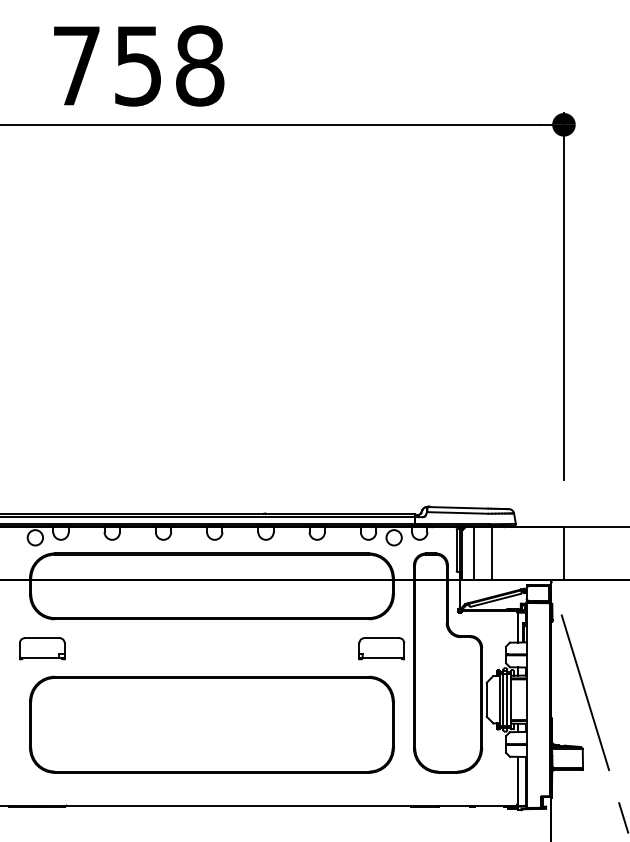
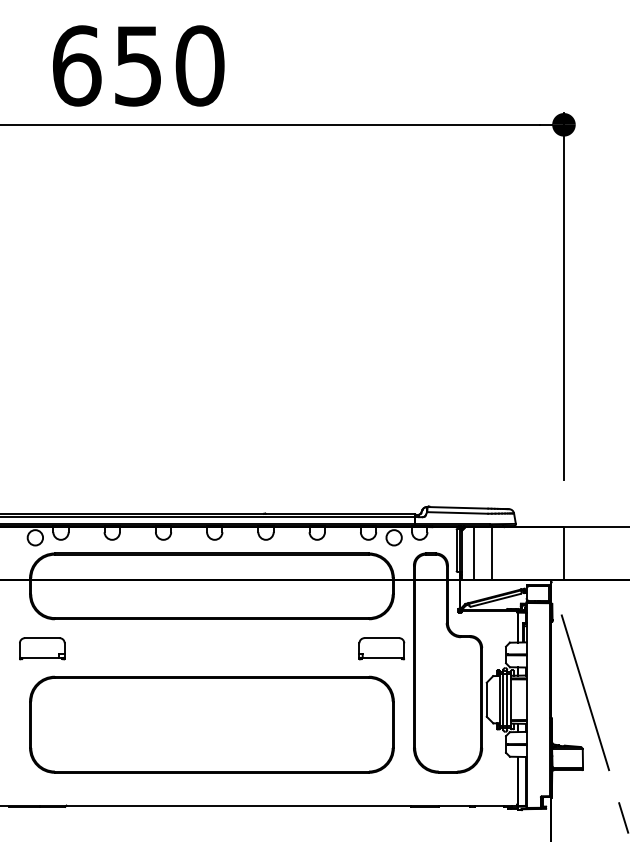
text at (138, 65): 758 -> 650
